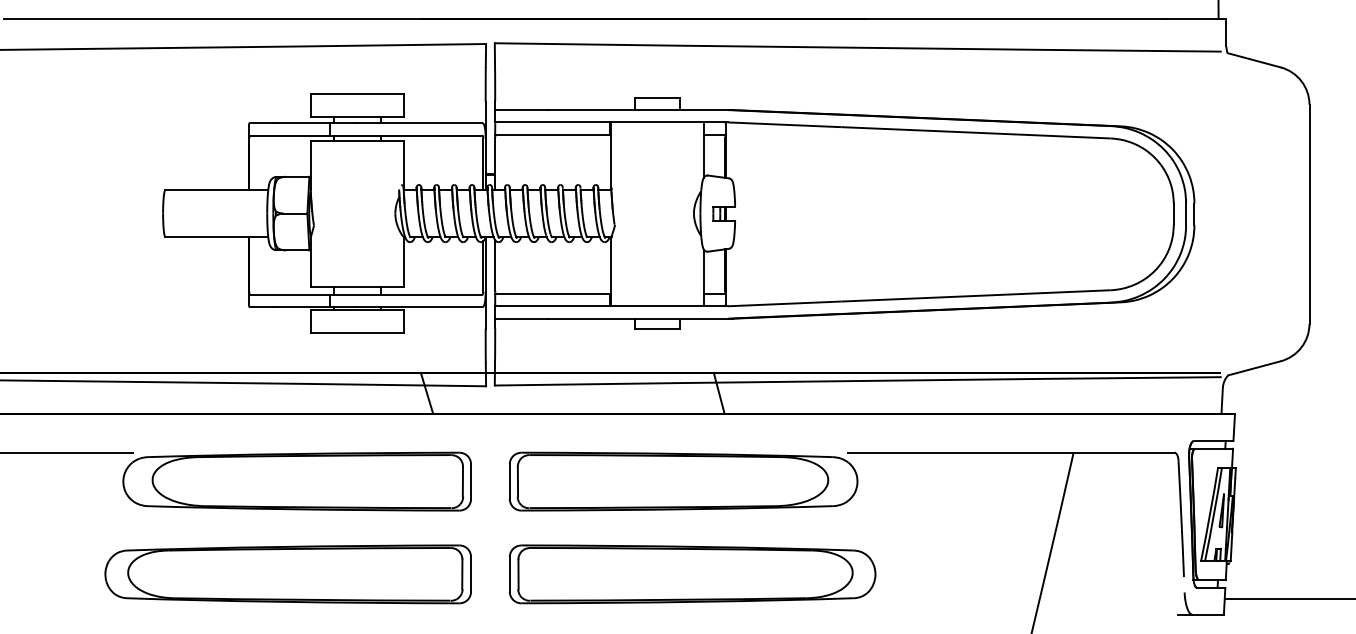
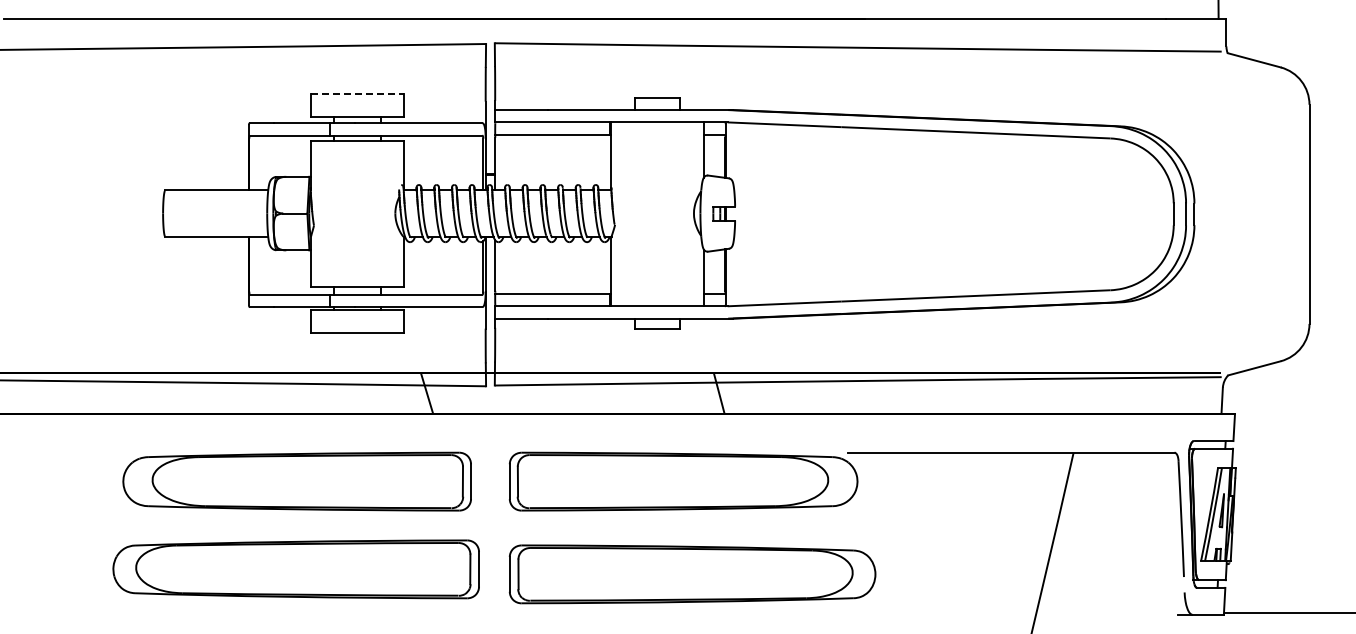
line at (358, 94): solid -> dashed
line at (67, 452): present -> none
part at (287, 574) position: (287, 574) -> (295, 569)
line at (1288, 599) position: (1288, 599) -> (1288, 613)
